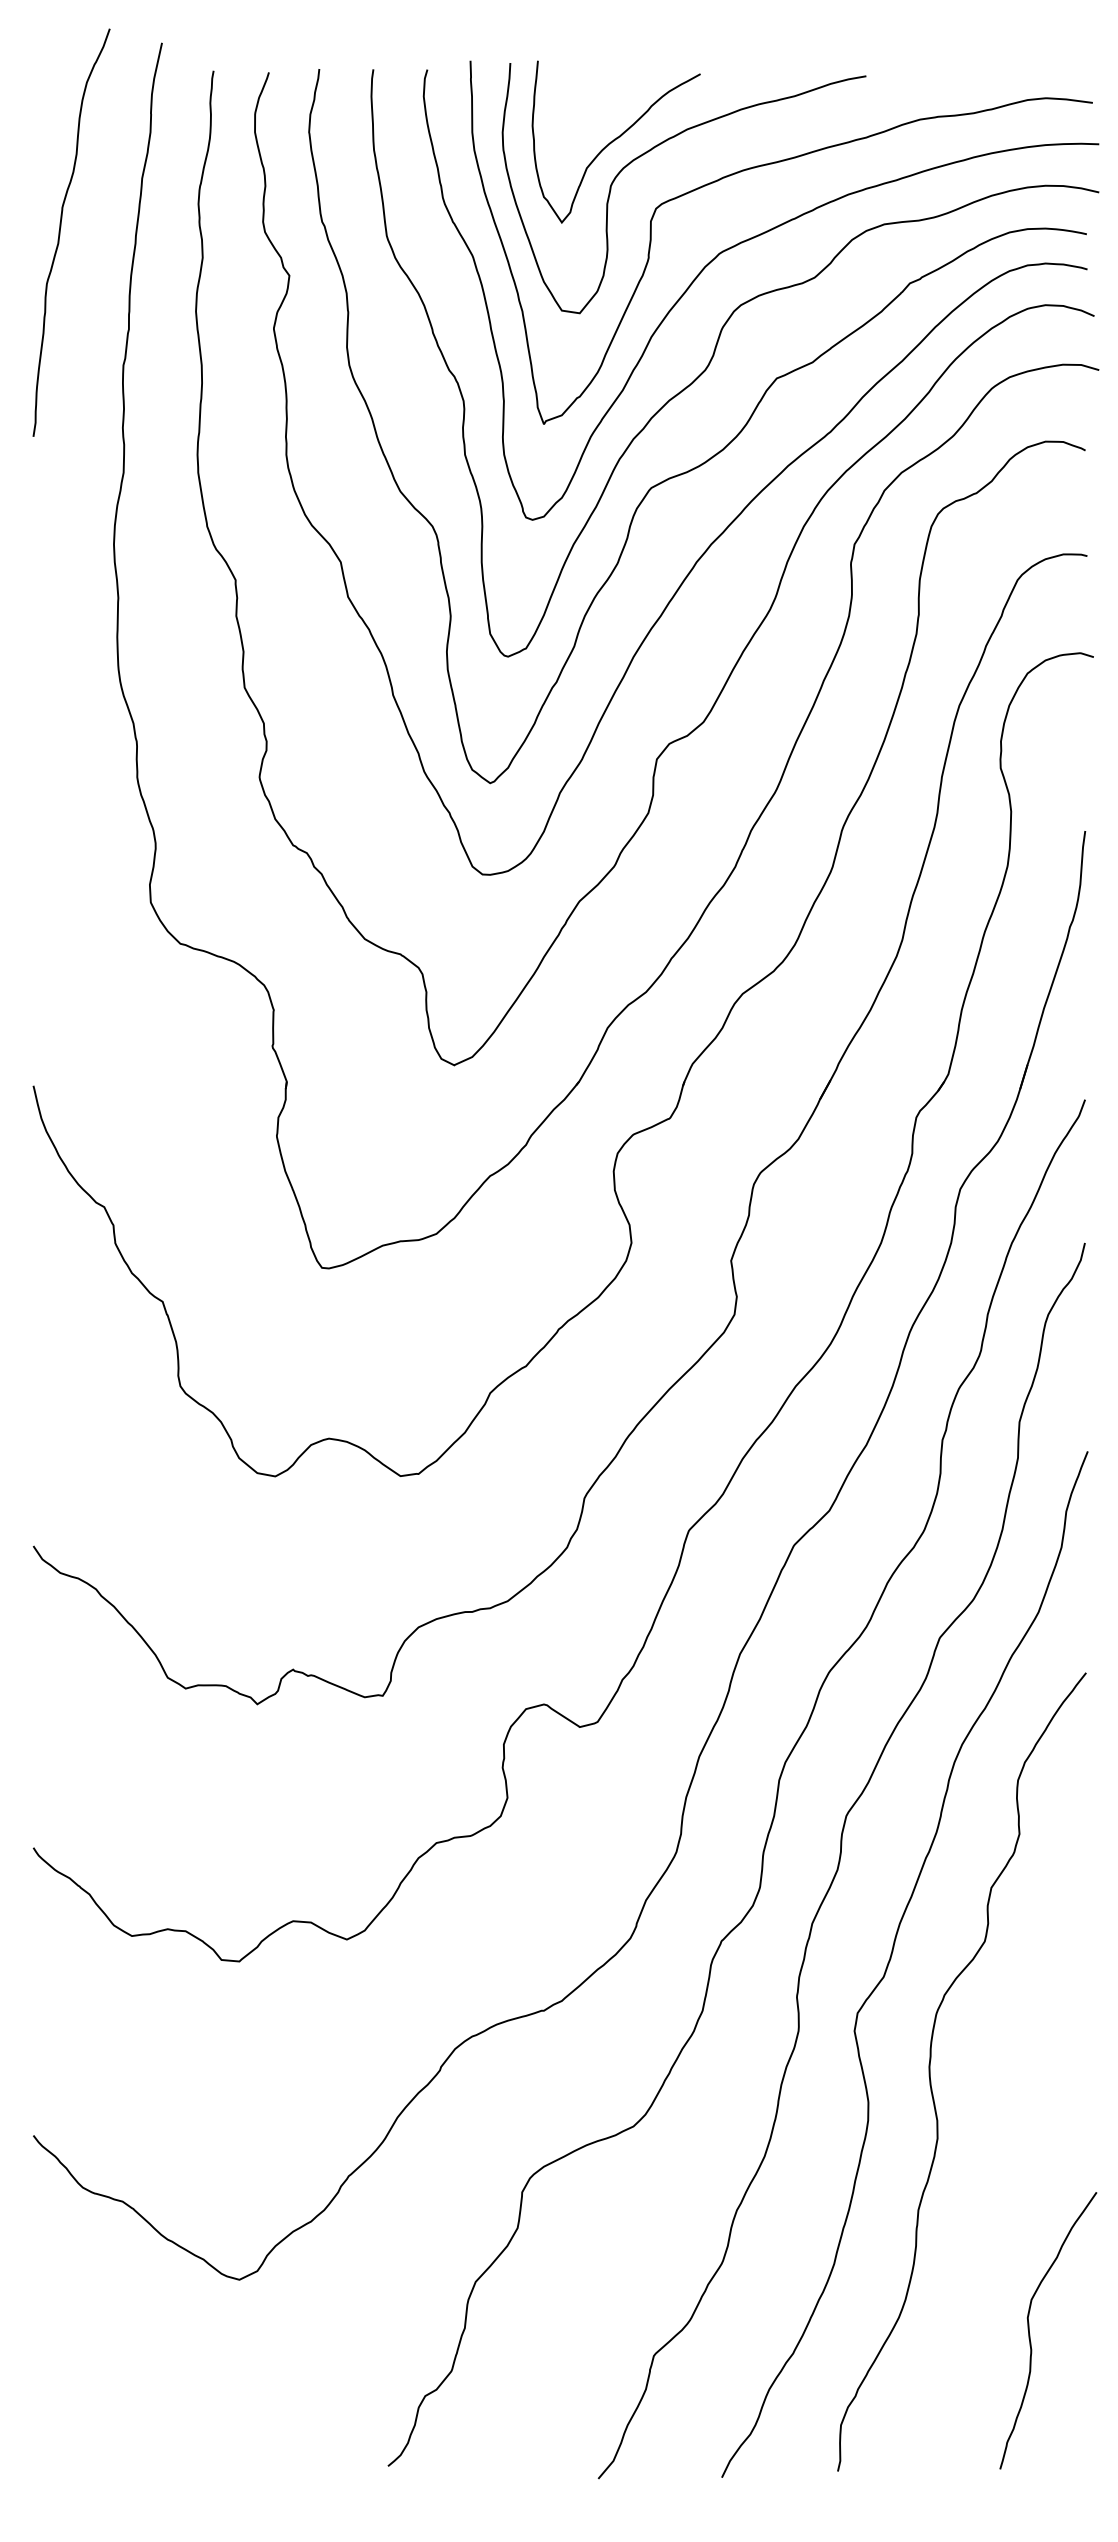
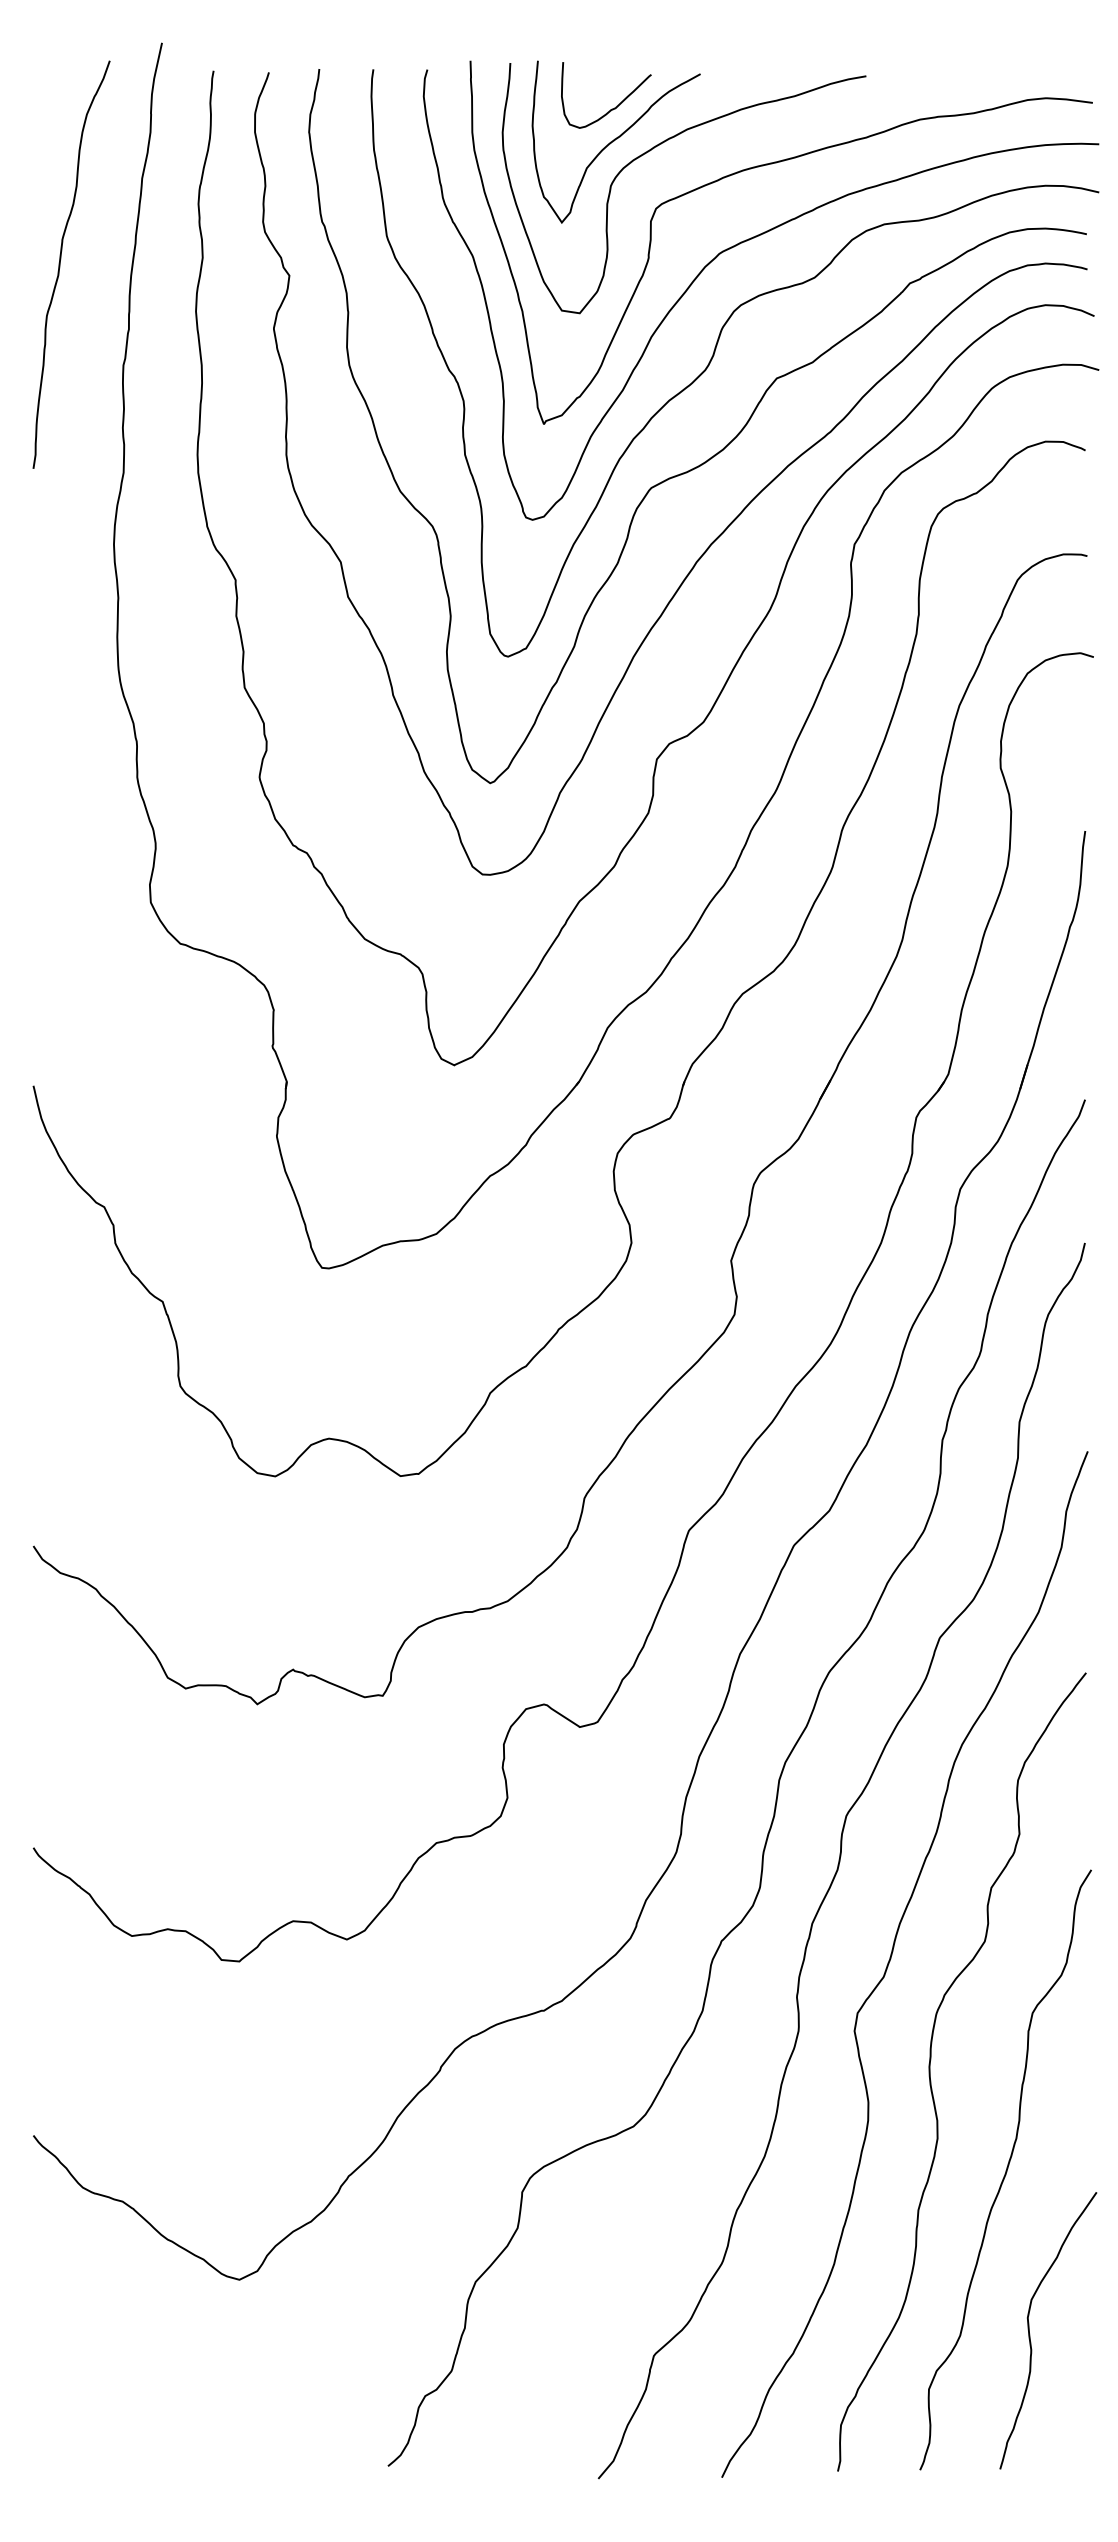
curve at (612, 108): none -> present
curve at (60, 232) position: (60, 232) -> (60, 264)
curve at (1006, 2169): none -> present
